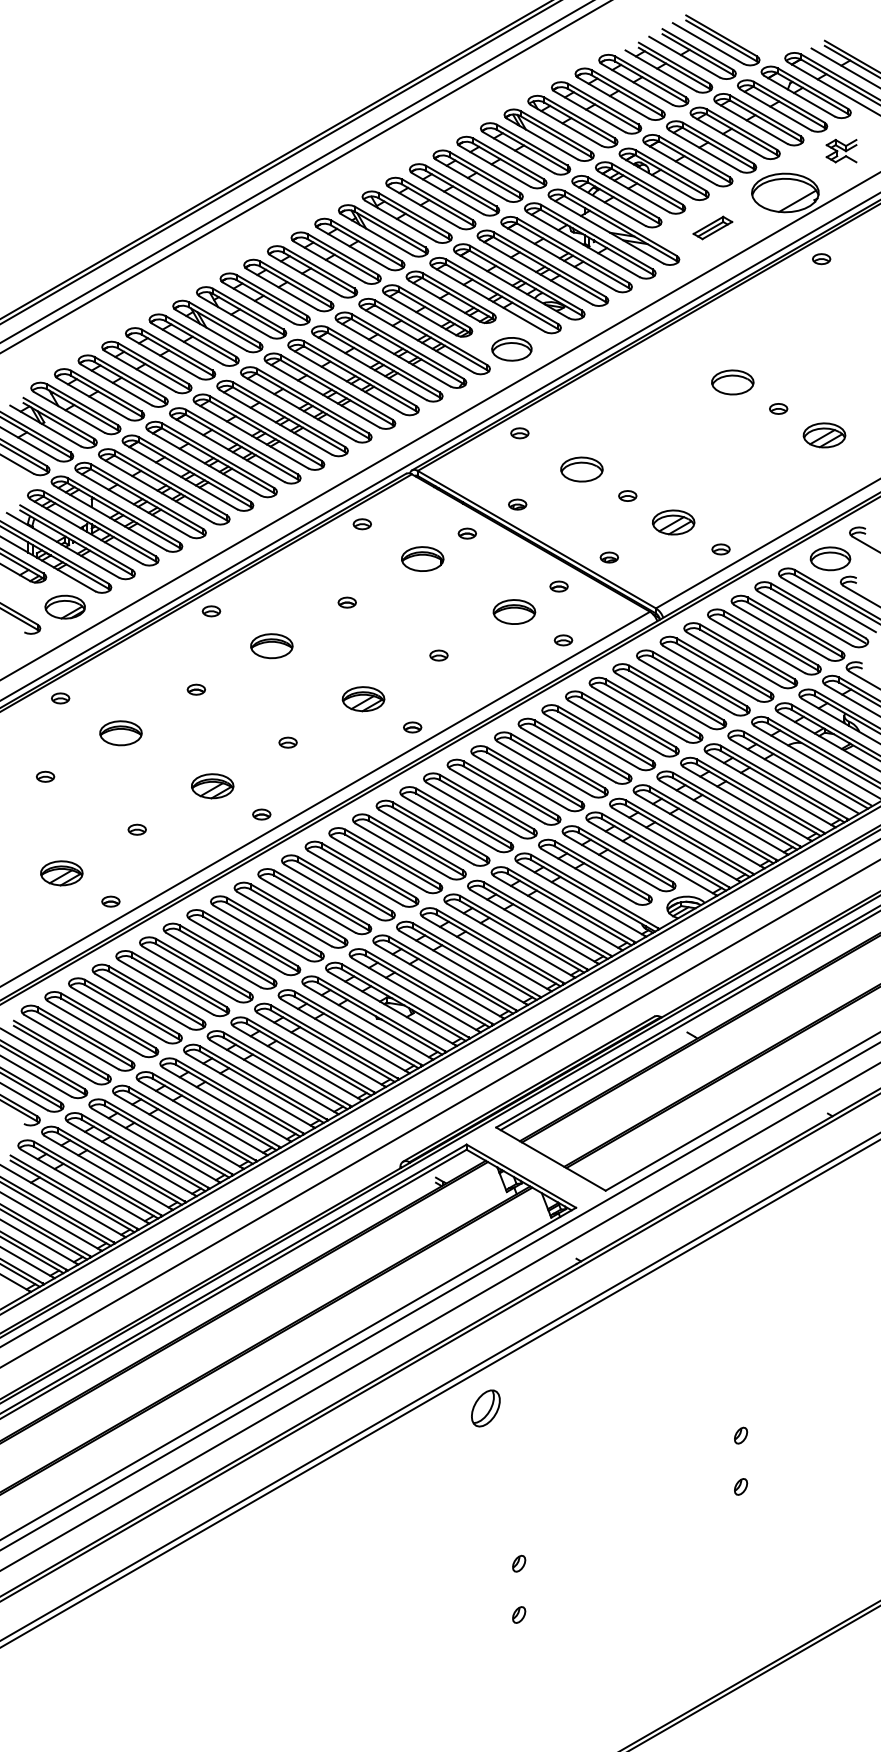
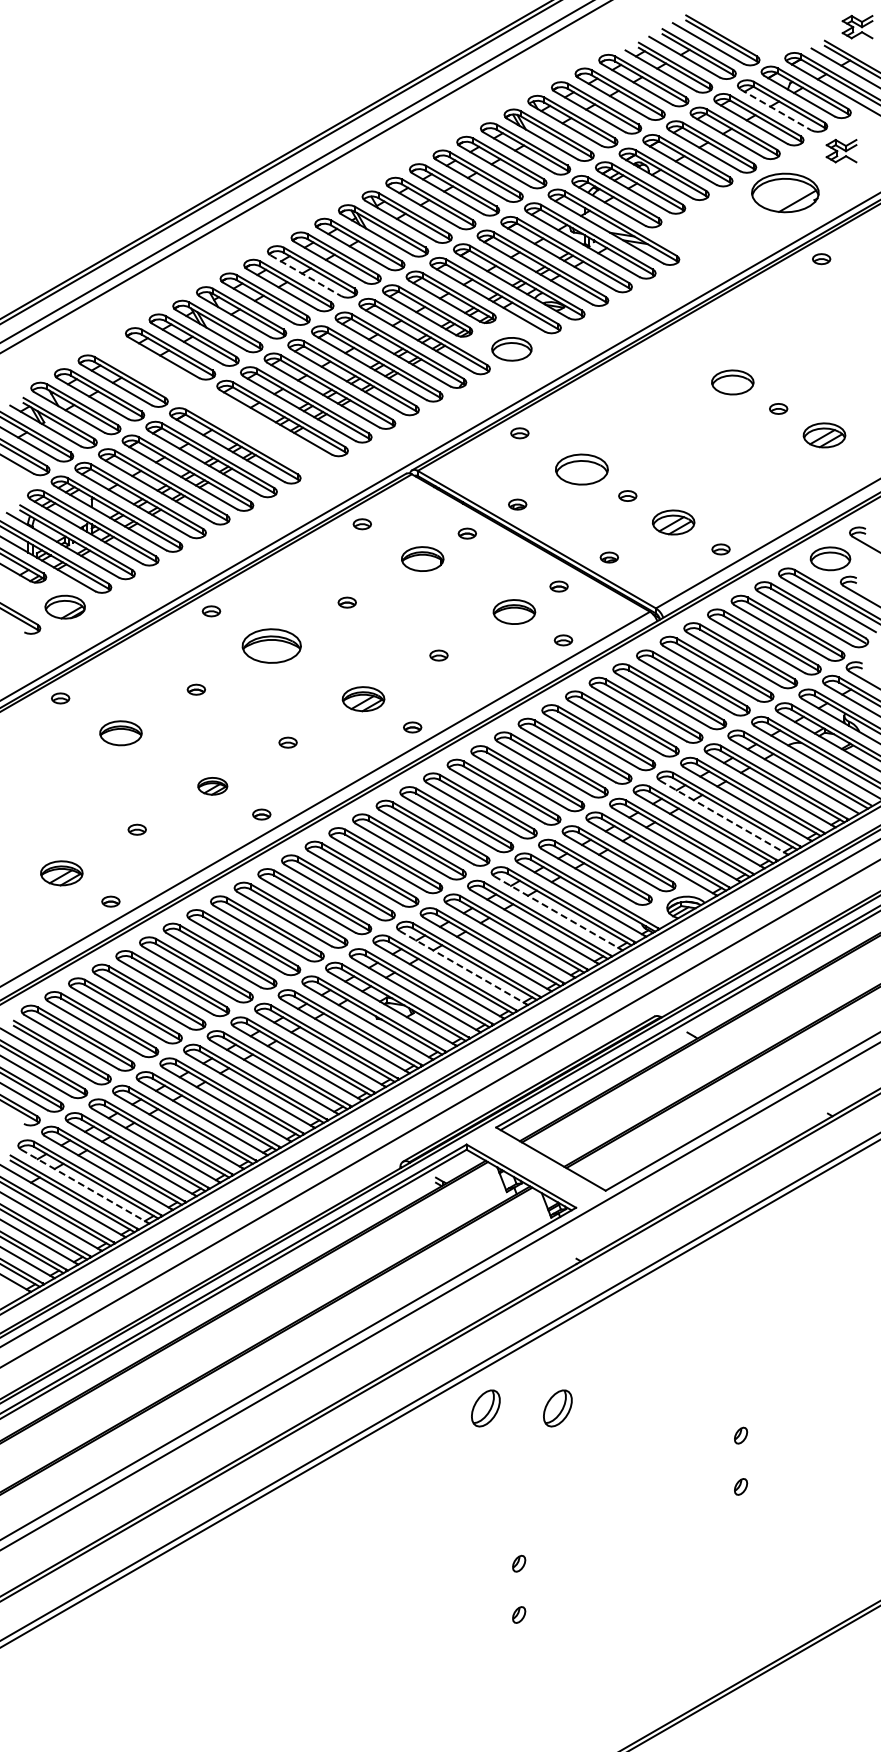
part at (857, 26): none -> present
line at (775, 109): solid -> dashed
part at (712, 227): present -> none
line at (305, 275): solid -> dashed
part at (213, 405): present -> none
line at (439, 426): present -> none
part at (581, 469) size: 44x27 px -> 54x33 px
part at (271, 646) size: 44x27 px -> 61x36 px
part at (45, 776): present -> none
part at (212, 786) size: 44x27 px -> 32x19 px
line at (723, 817): solid -> dashed
line at (558, 913): solid -> dashed
line at (463, 967): solid -> dashed
line at (84, 1186): solid -> dashed
line at (439, 1316): present -> none
part at (557, 1408): none -> present
